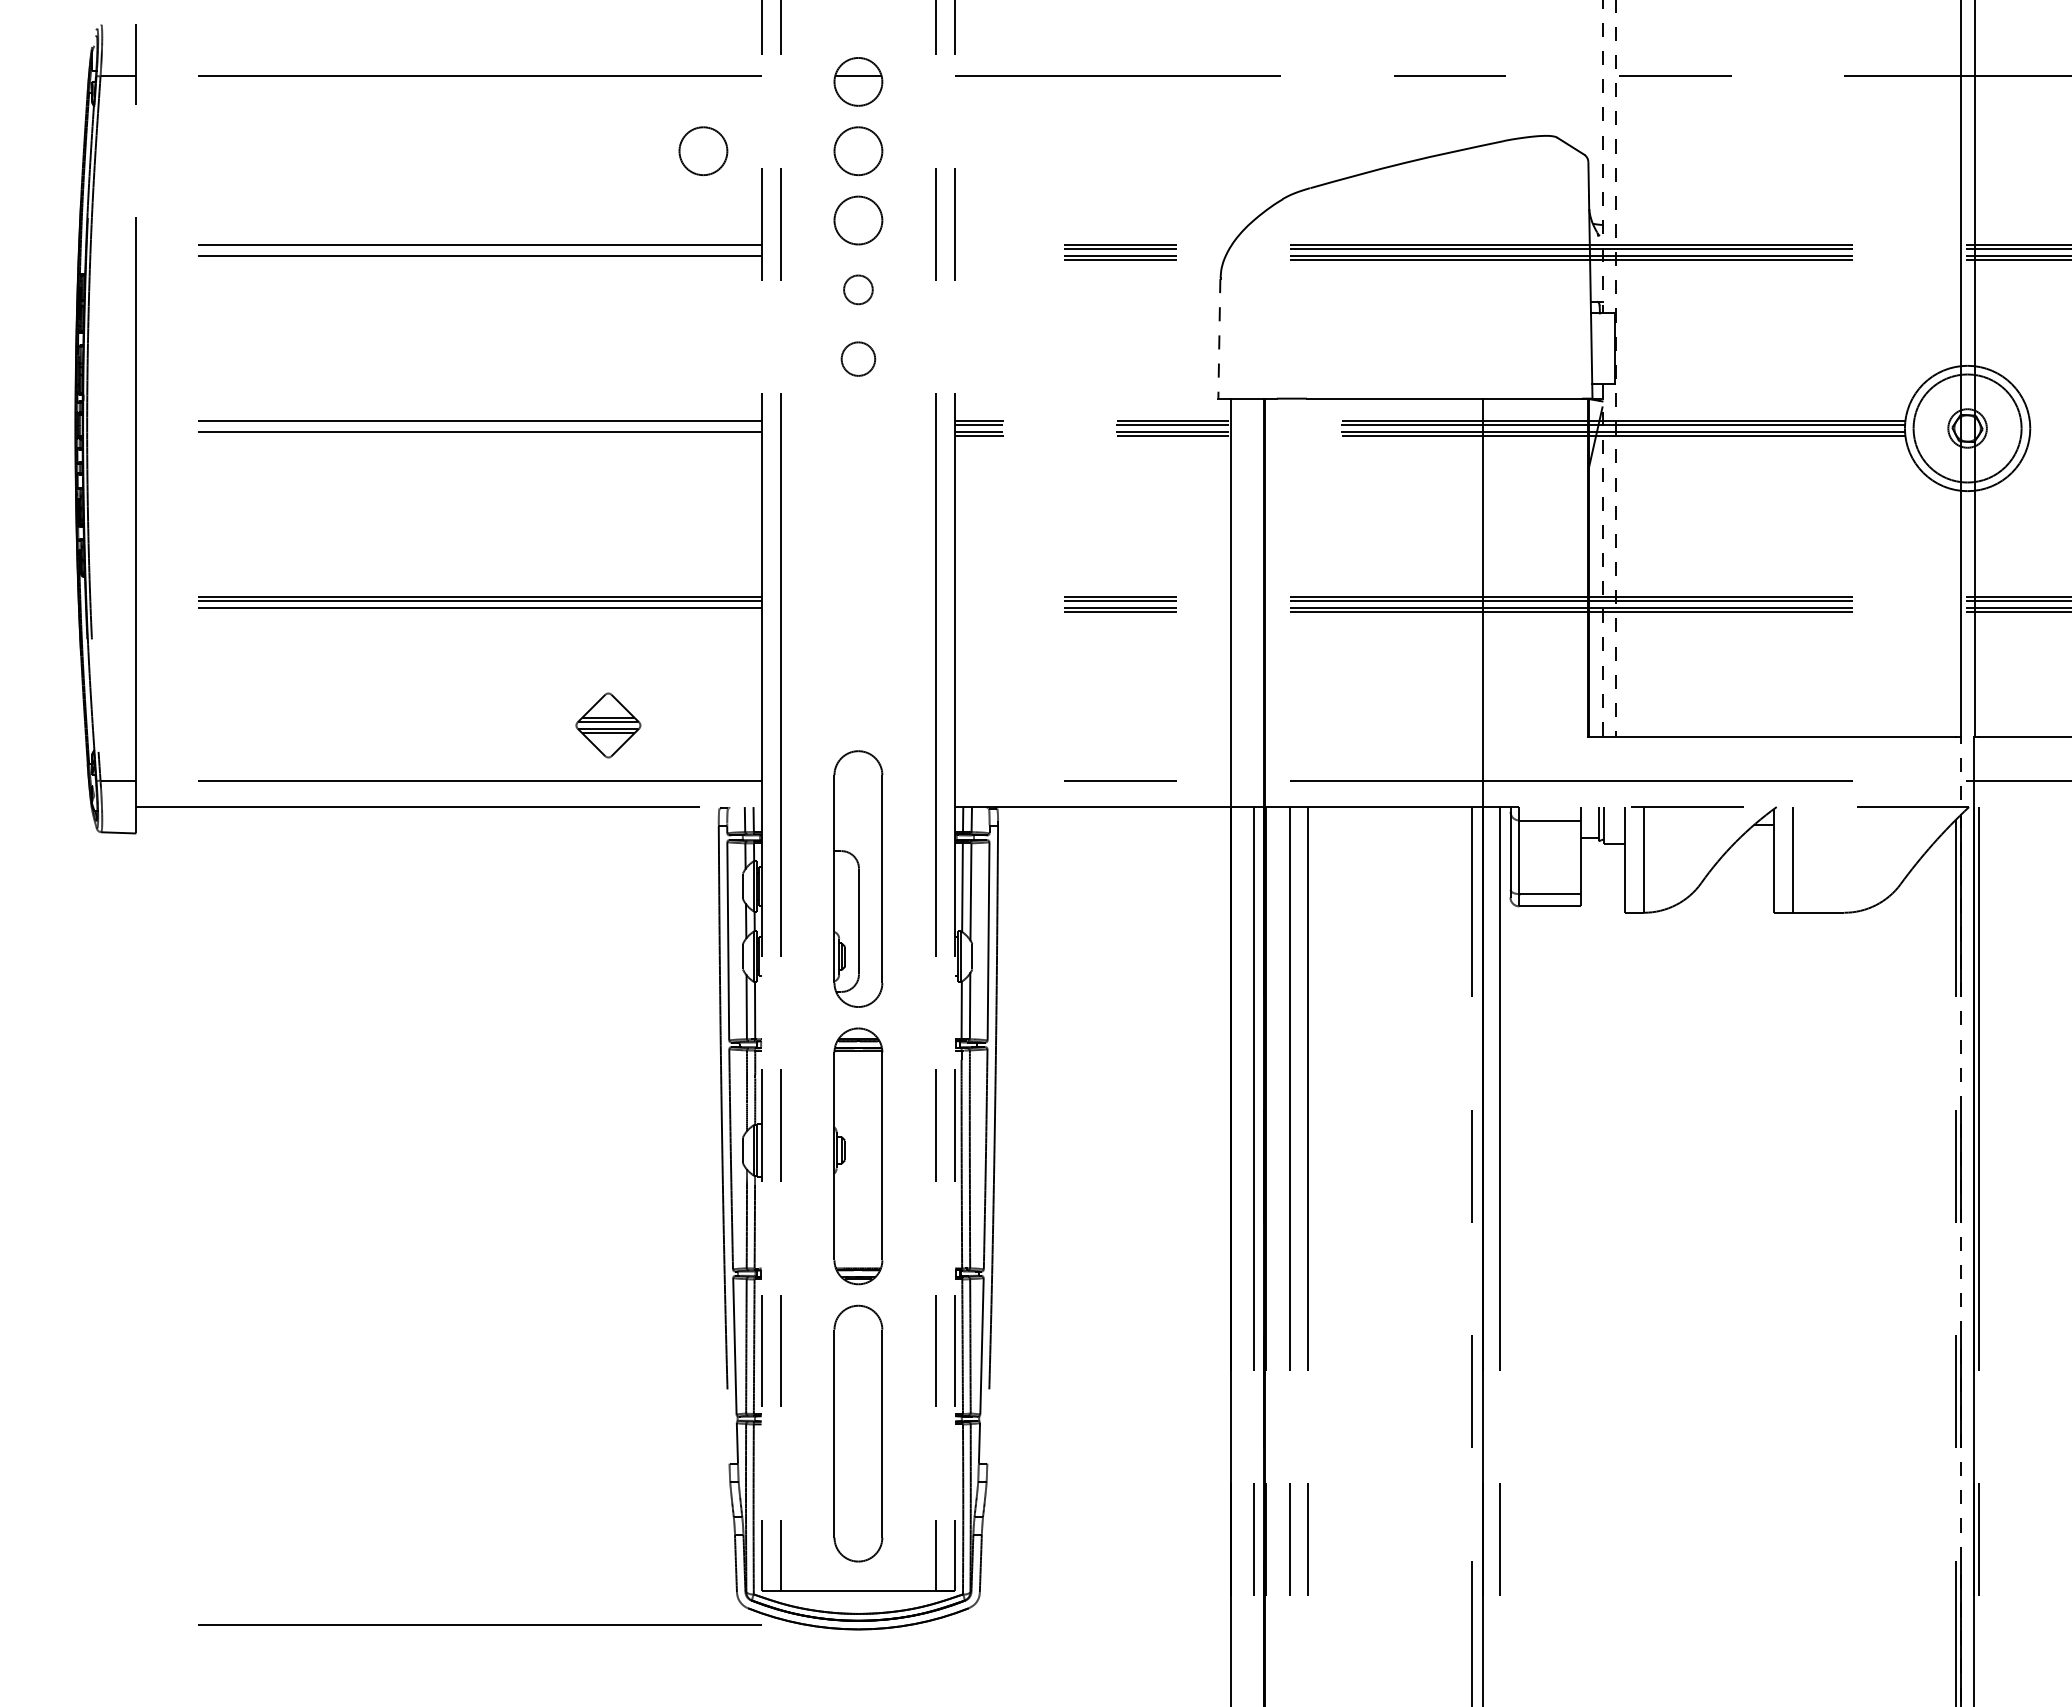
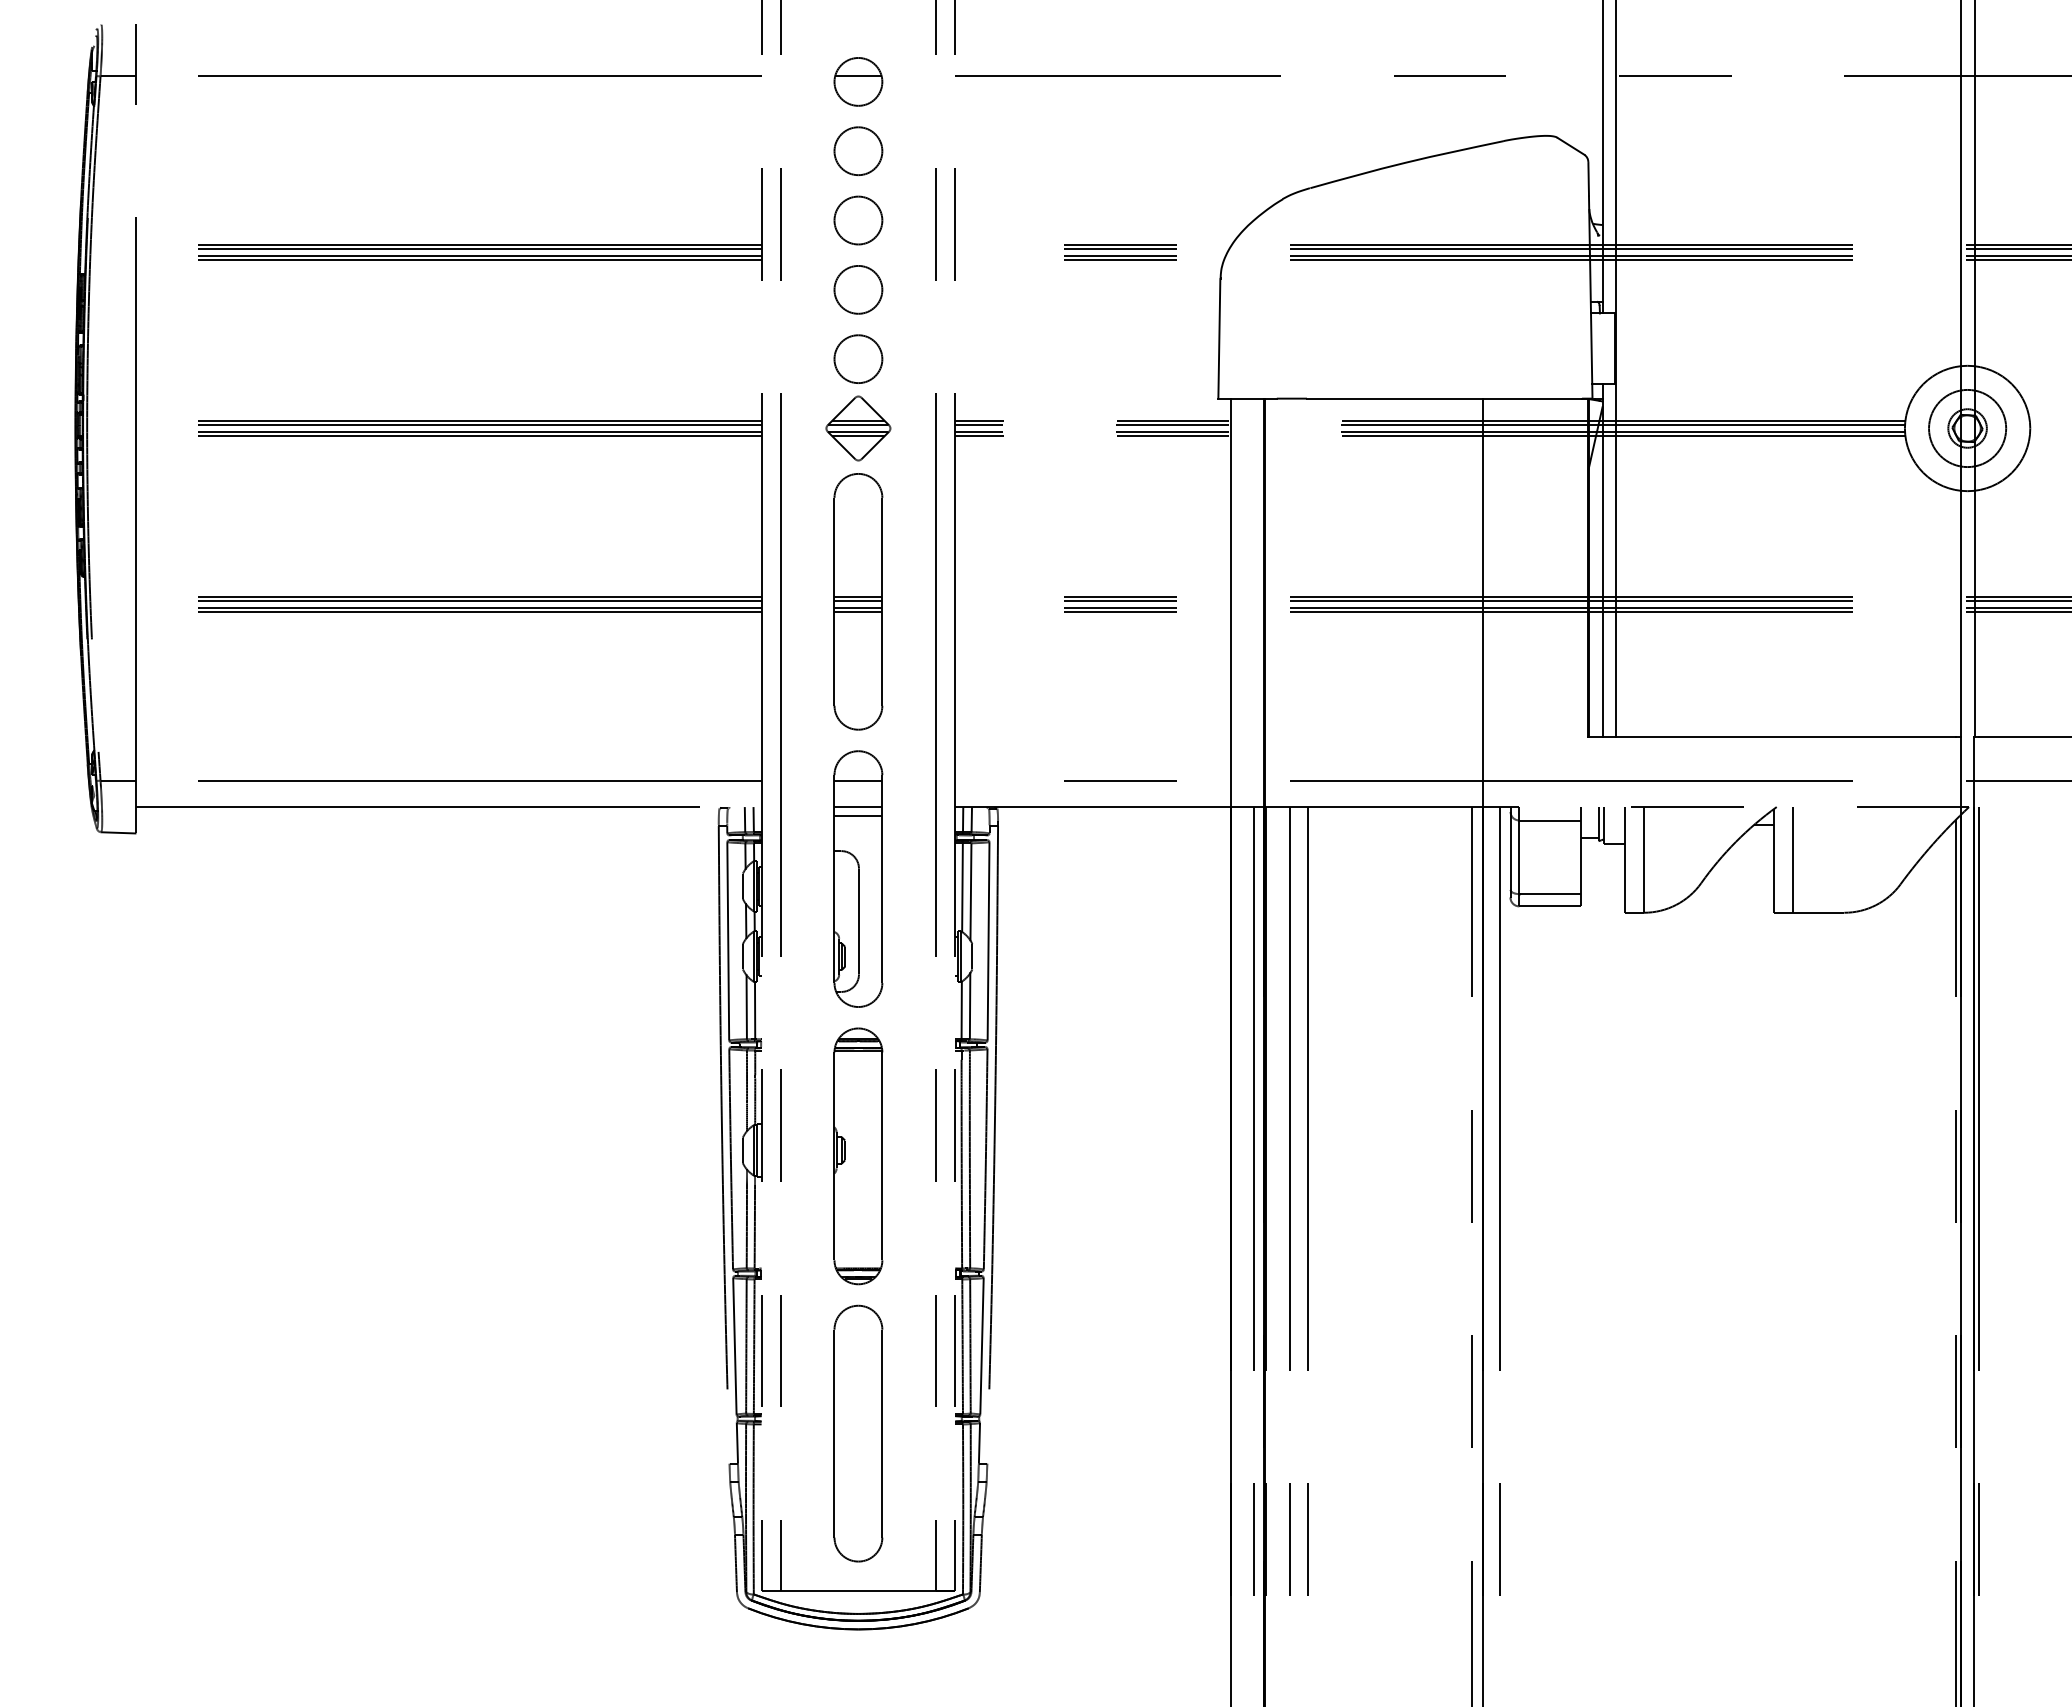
circle at (703, 150): present -> none
line at (1602, 157): dashed -> solid
line at (448, 248): none -> present
line at (448, 260): none -> present
circle at (858, 289) diameter: 29 px -> 48 px
line at (1219, 338): dashed -> solid
circle at (858, 358) size: 37x36 px -> 51x50 px
line at (1615, 368): dashed -> solid
line at (448, 424): none -> present
circle at (1967, 428) diameter: 108 px -> 77 px
line at (448, 436): none -> present
line at (1602, 560): dashed -> solid
part at (858, 601): none -> present
line at (448, 612): none -> present
part at (608, 725) position: (608, 725) -> (858, 428)
line at (858, 780): none -> present
line at (858, 807): none -> present
line at (858, 815): none -> present
line at (1960, 1221): dashed -> solid
line at (479, 1624): present -> none
